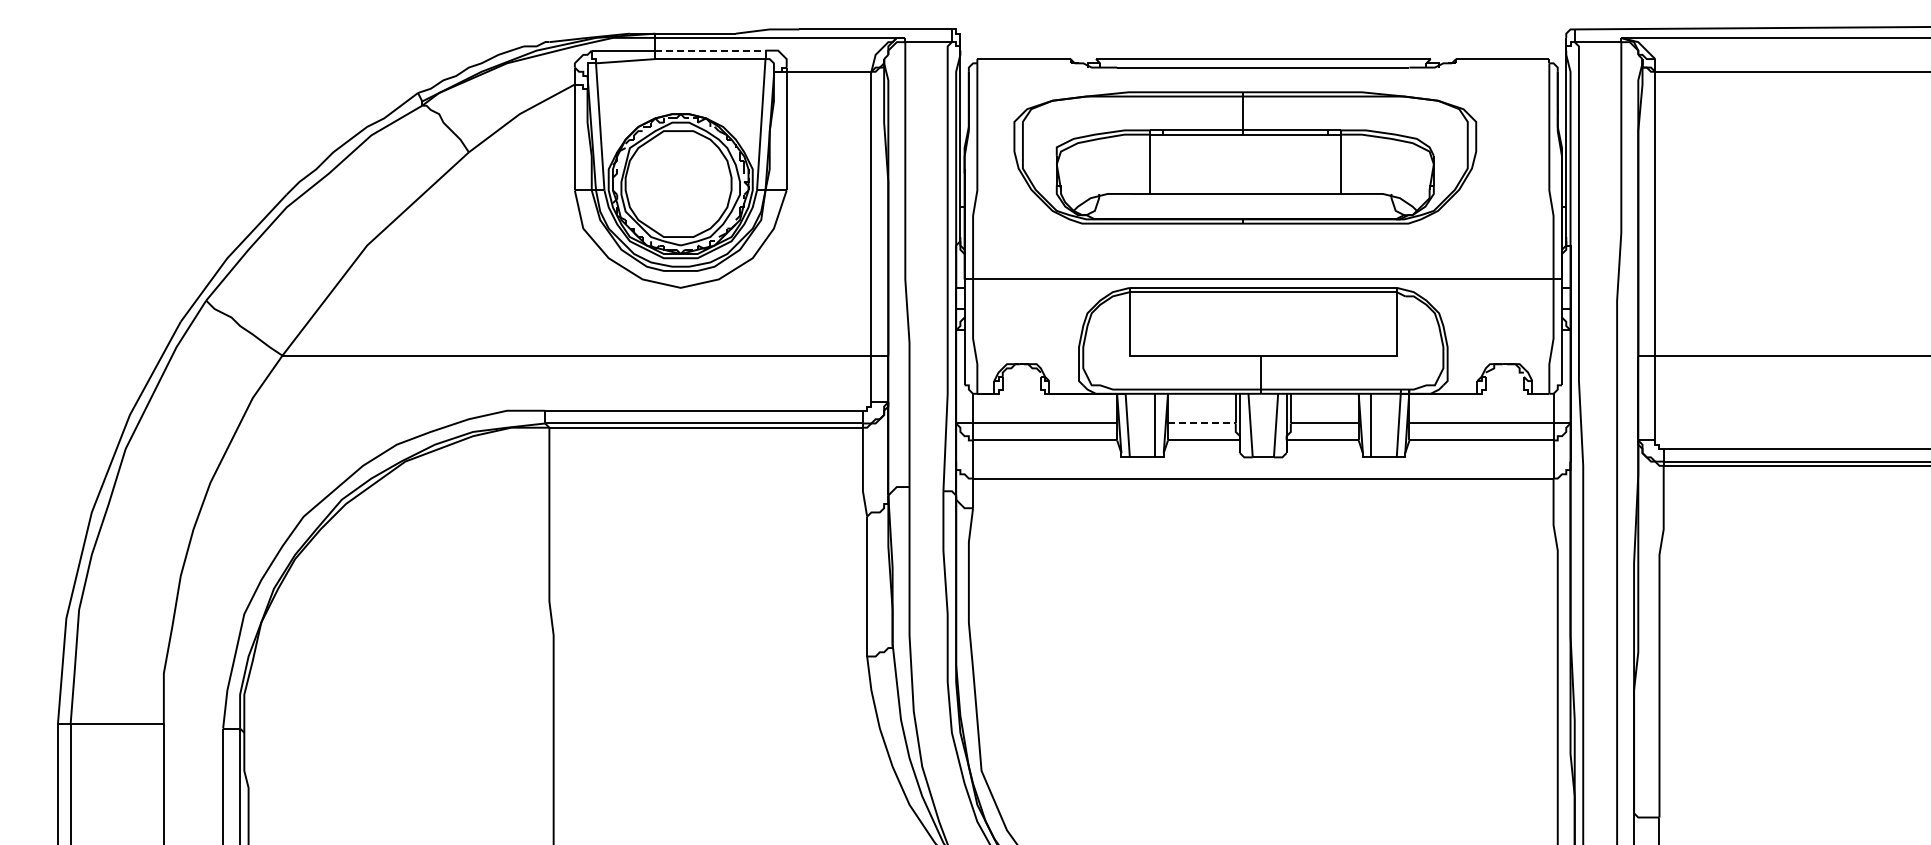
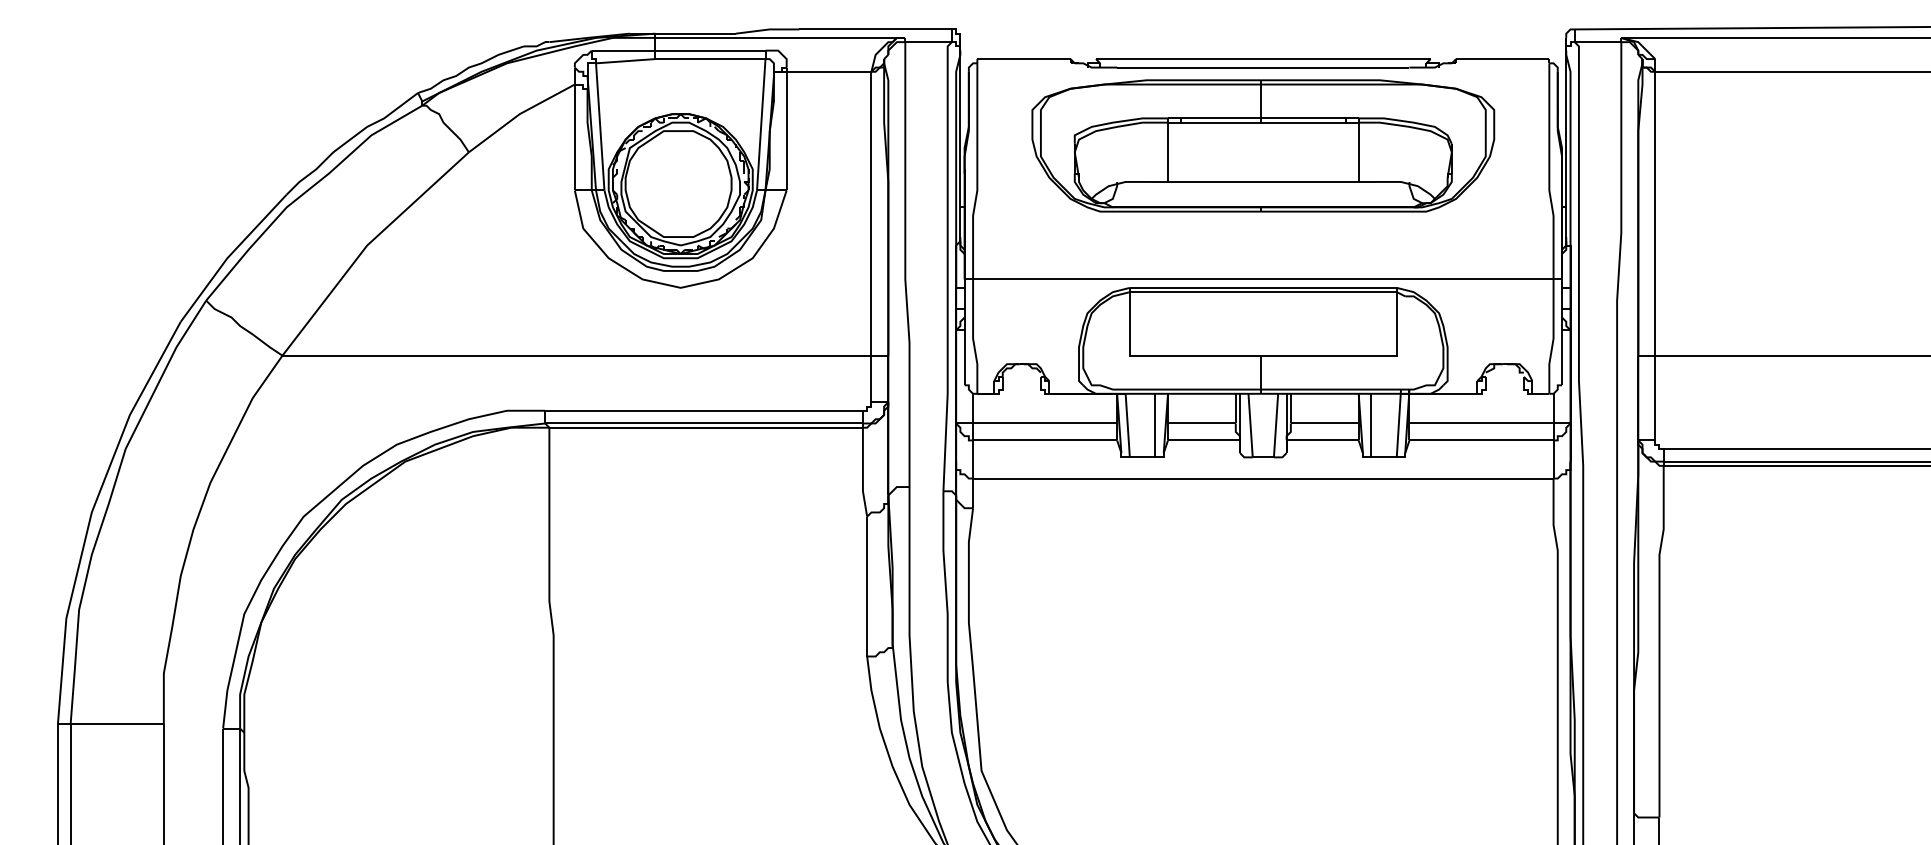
line at (710, 50): dashed -> solid
part at (1245, 157) position: (1245, 157) -> (1263, 145)
line at (1201, 423): dashed -> solid
